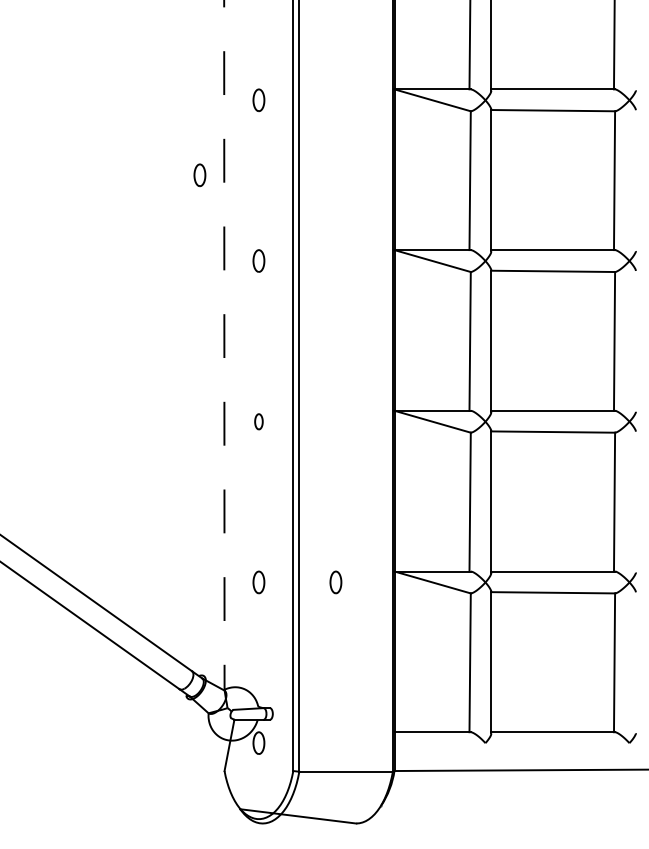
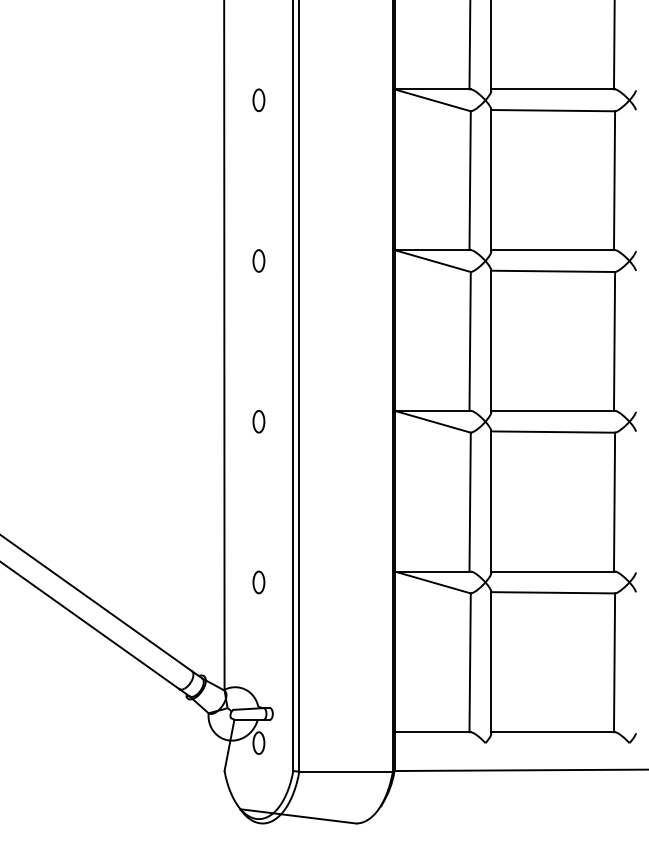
part at (199, 175): present -> none
line at (224, 345): dashed -> solid
part at (258, 421) size: 10x18 px -> 14x24 px
part at (335, 582): present -> none
